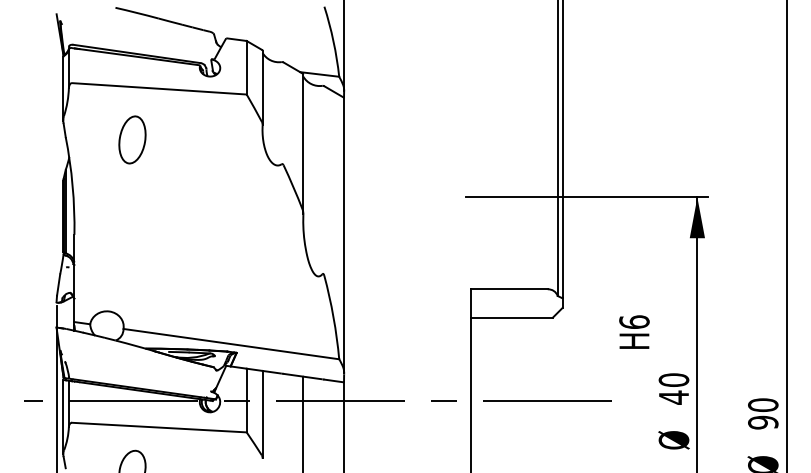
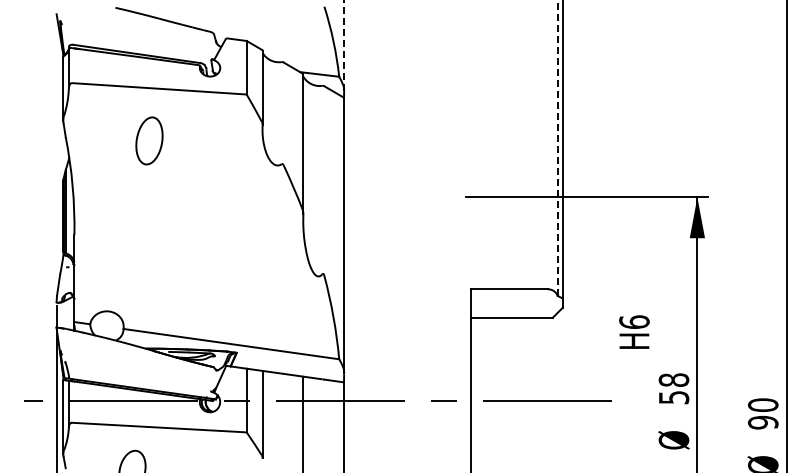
line at (344, 45): solid -> dashed
part at (132, 139) position: (132, 139) -> (149, 140)
line at (557, 148): solid -> dashed
text at (674, 388): 40 -> 58
